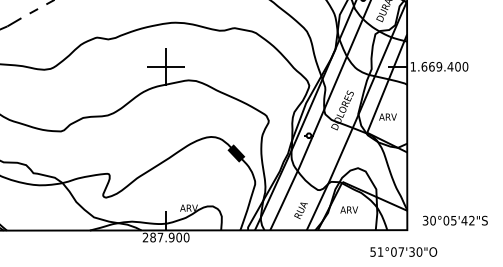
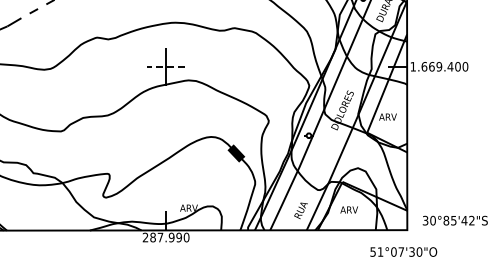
line at (165, 66): solid -> dashed
text at (446, 220): 30°05'42"S -> 30°85'42"S
text at (178, 237): 287.900 -> 287.990
